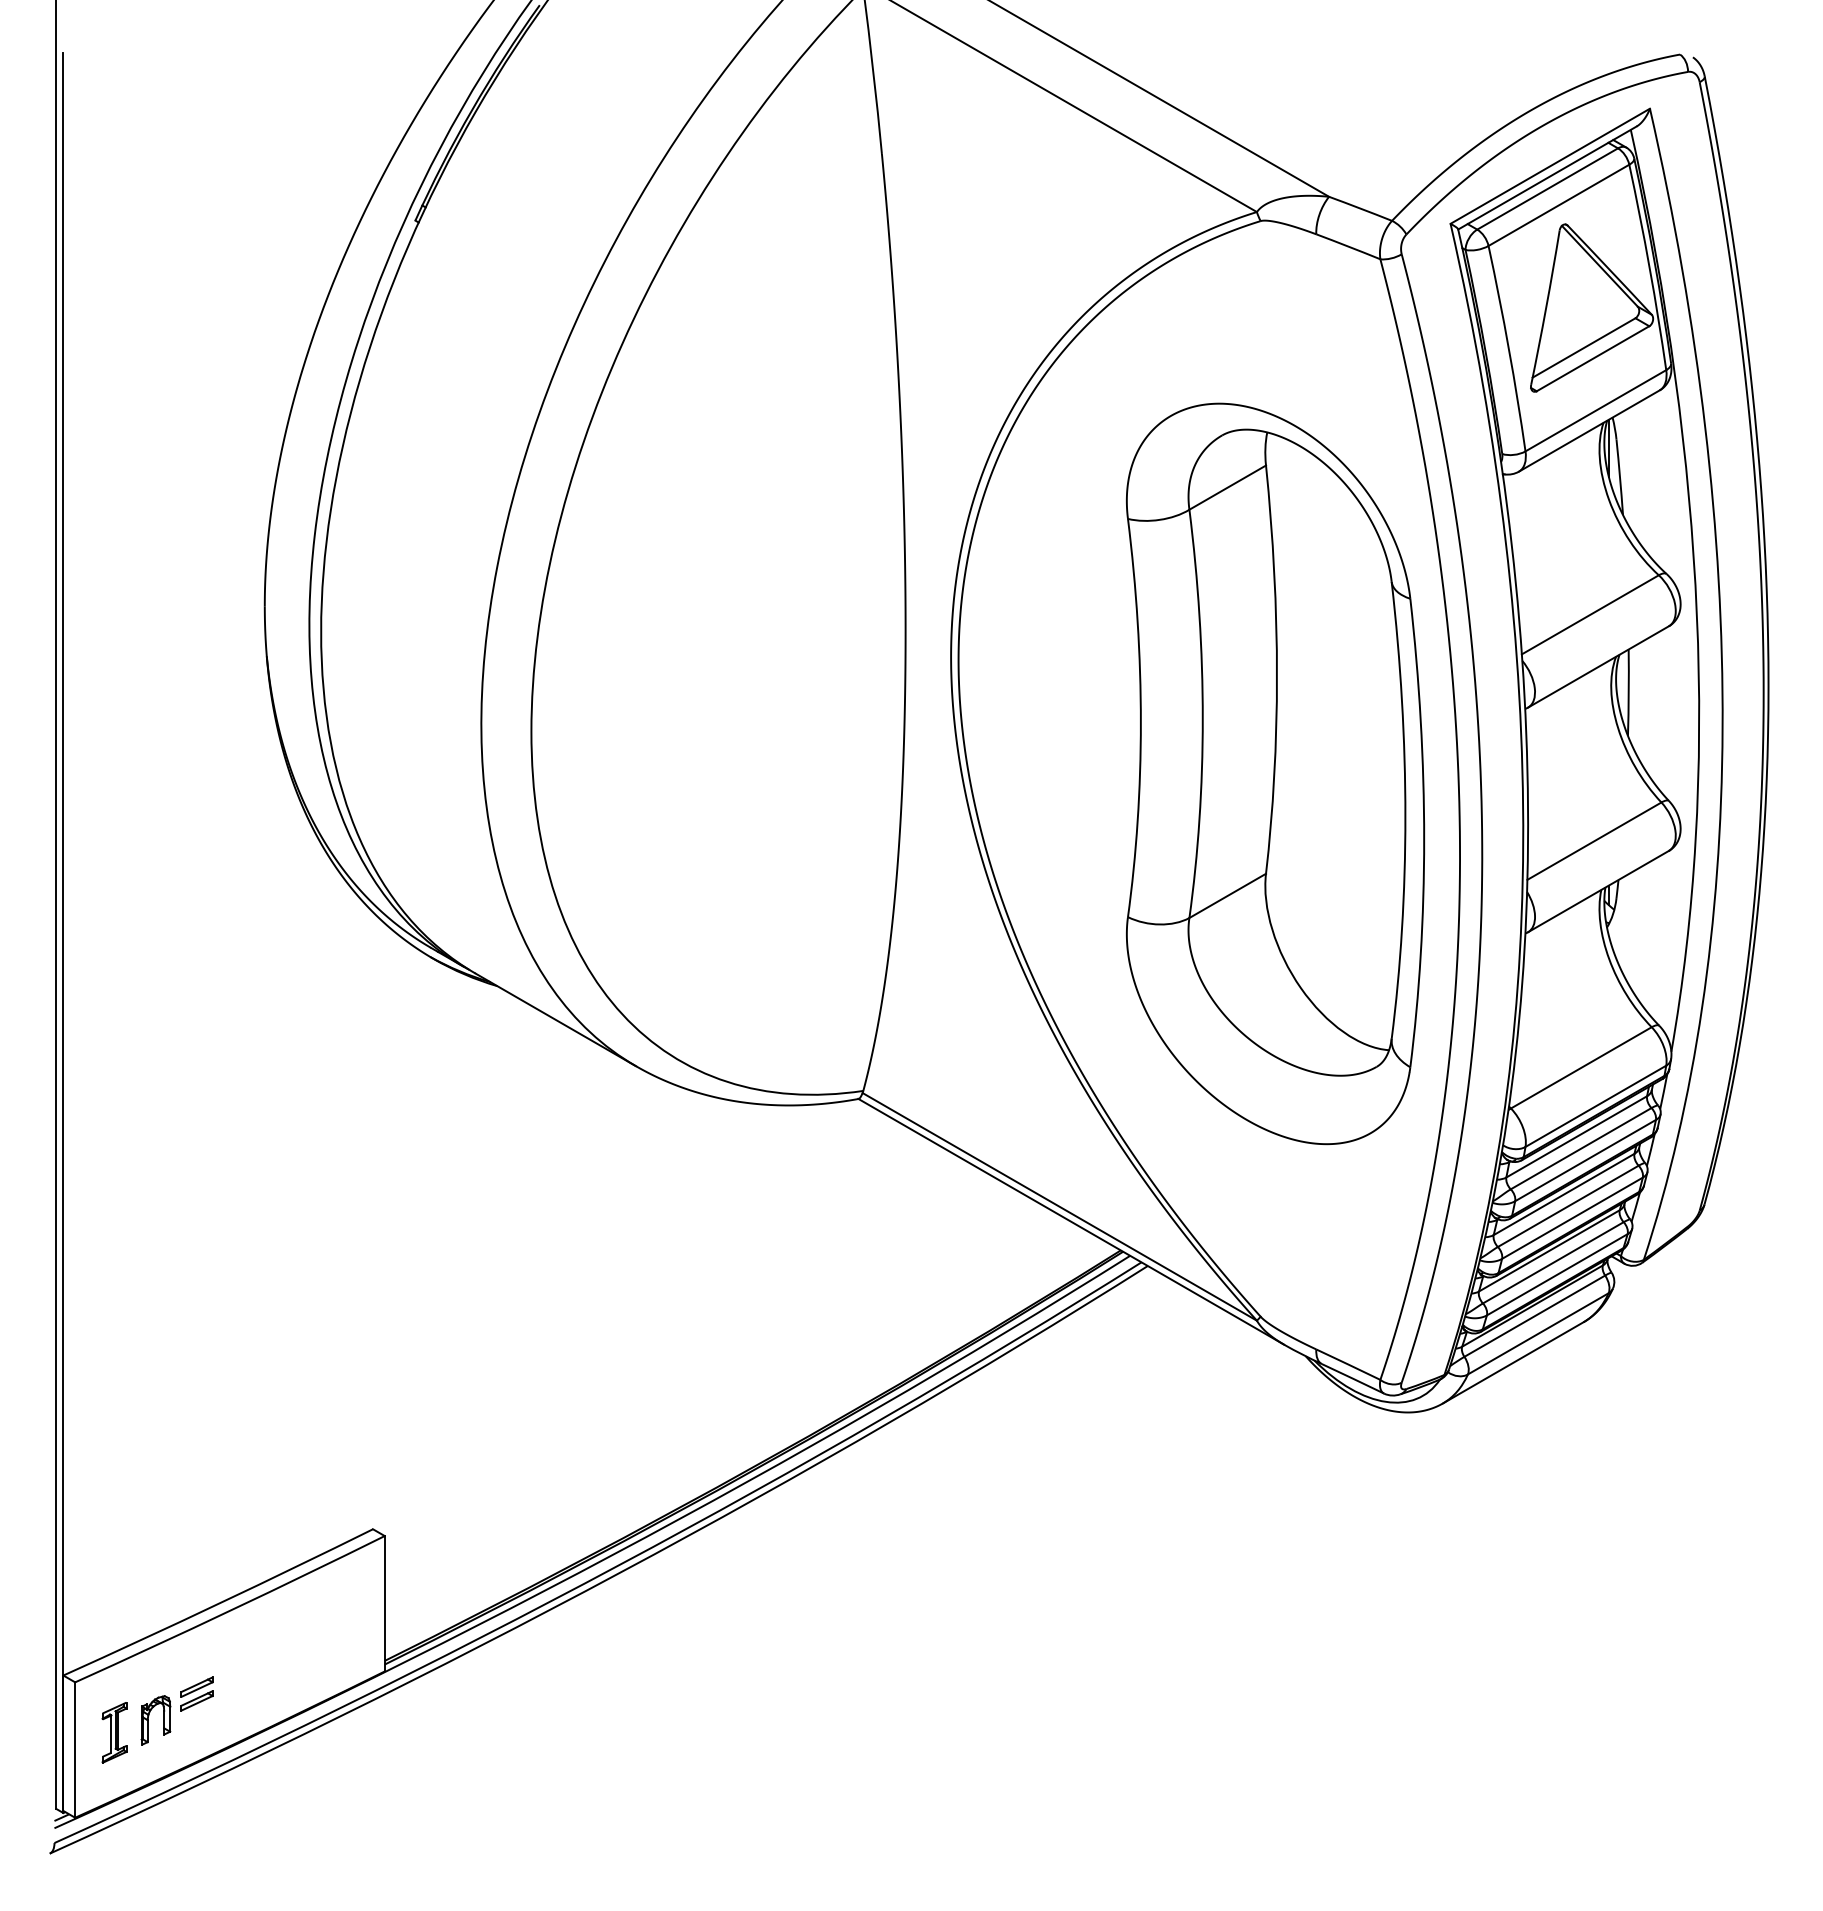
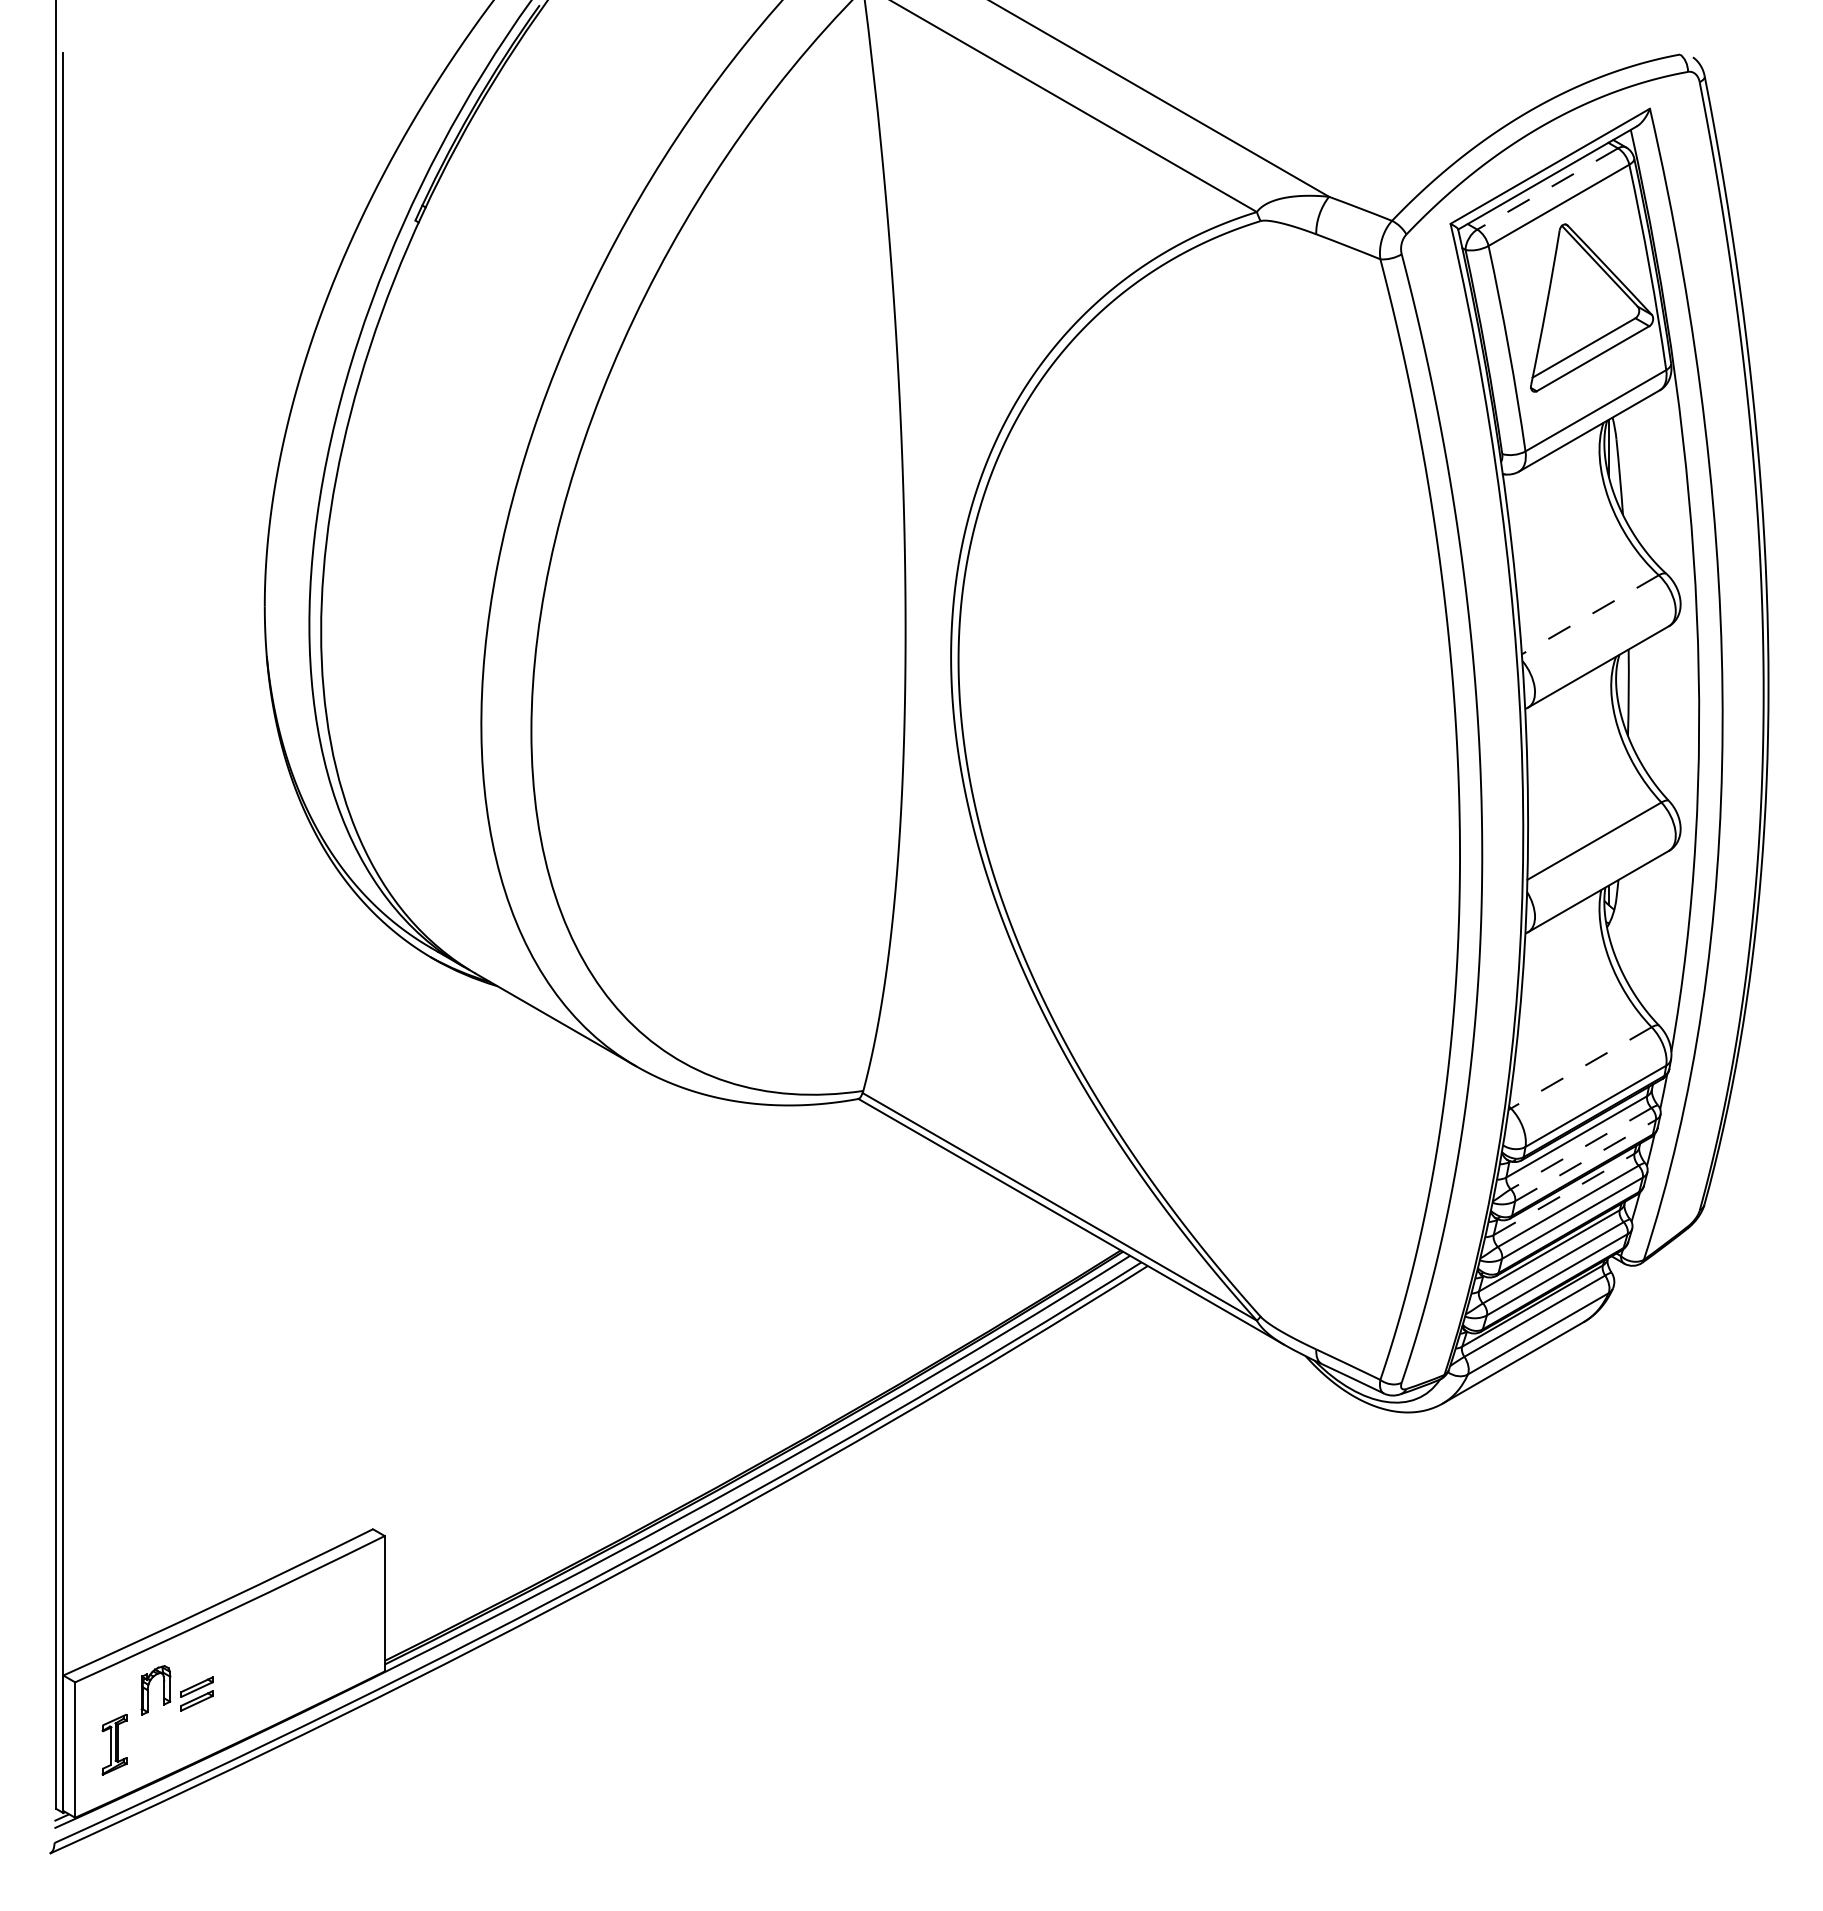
line at (1547, 189): solid -> dashed
line at (1589, 615): solid -> dashed
part at (1275, 773): present -> none
line at (1580, 1068): solid -> dashed
line at (1580, 1148): solid -> dashed
line at (1586, 1160): solid -> dashed
line at (1564, 1194): solid -> dashed
part at (148, 1720) position: (148, 1720) -> (148, 1690)
part at (114, 1732) position: (114, 1732) -> (114, 1744)
